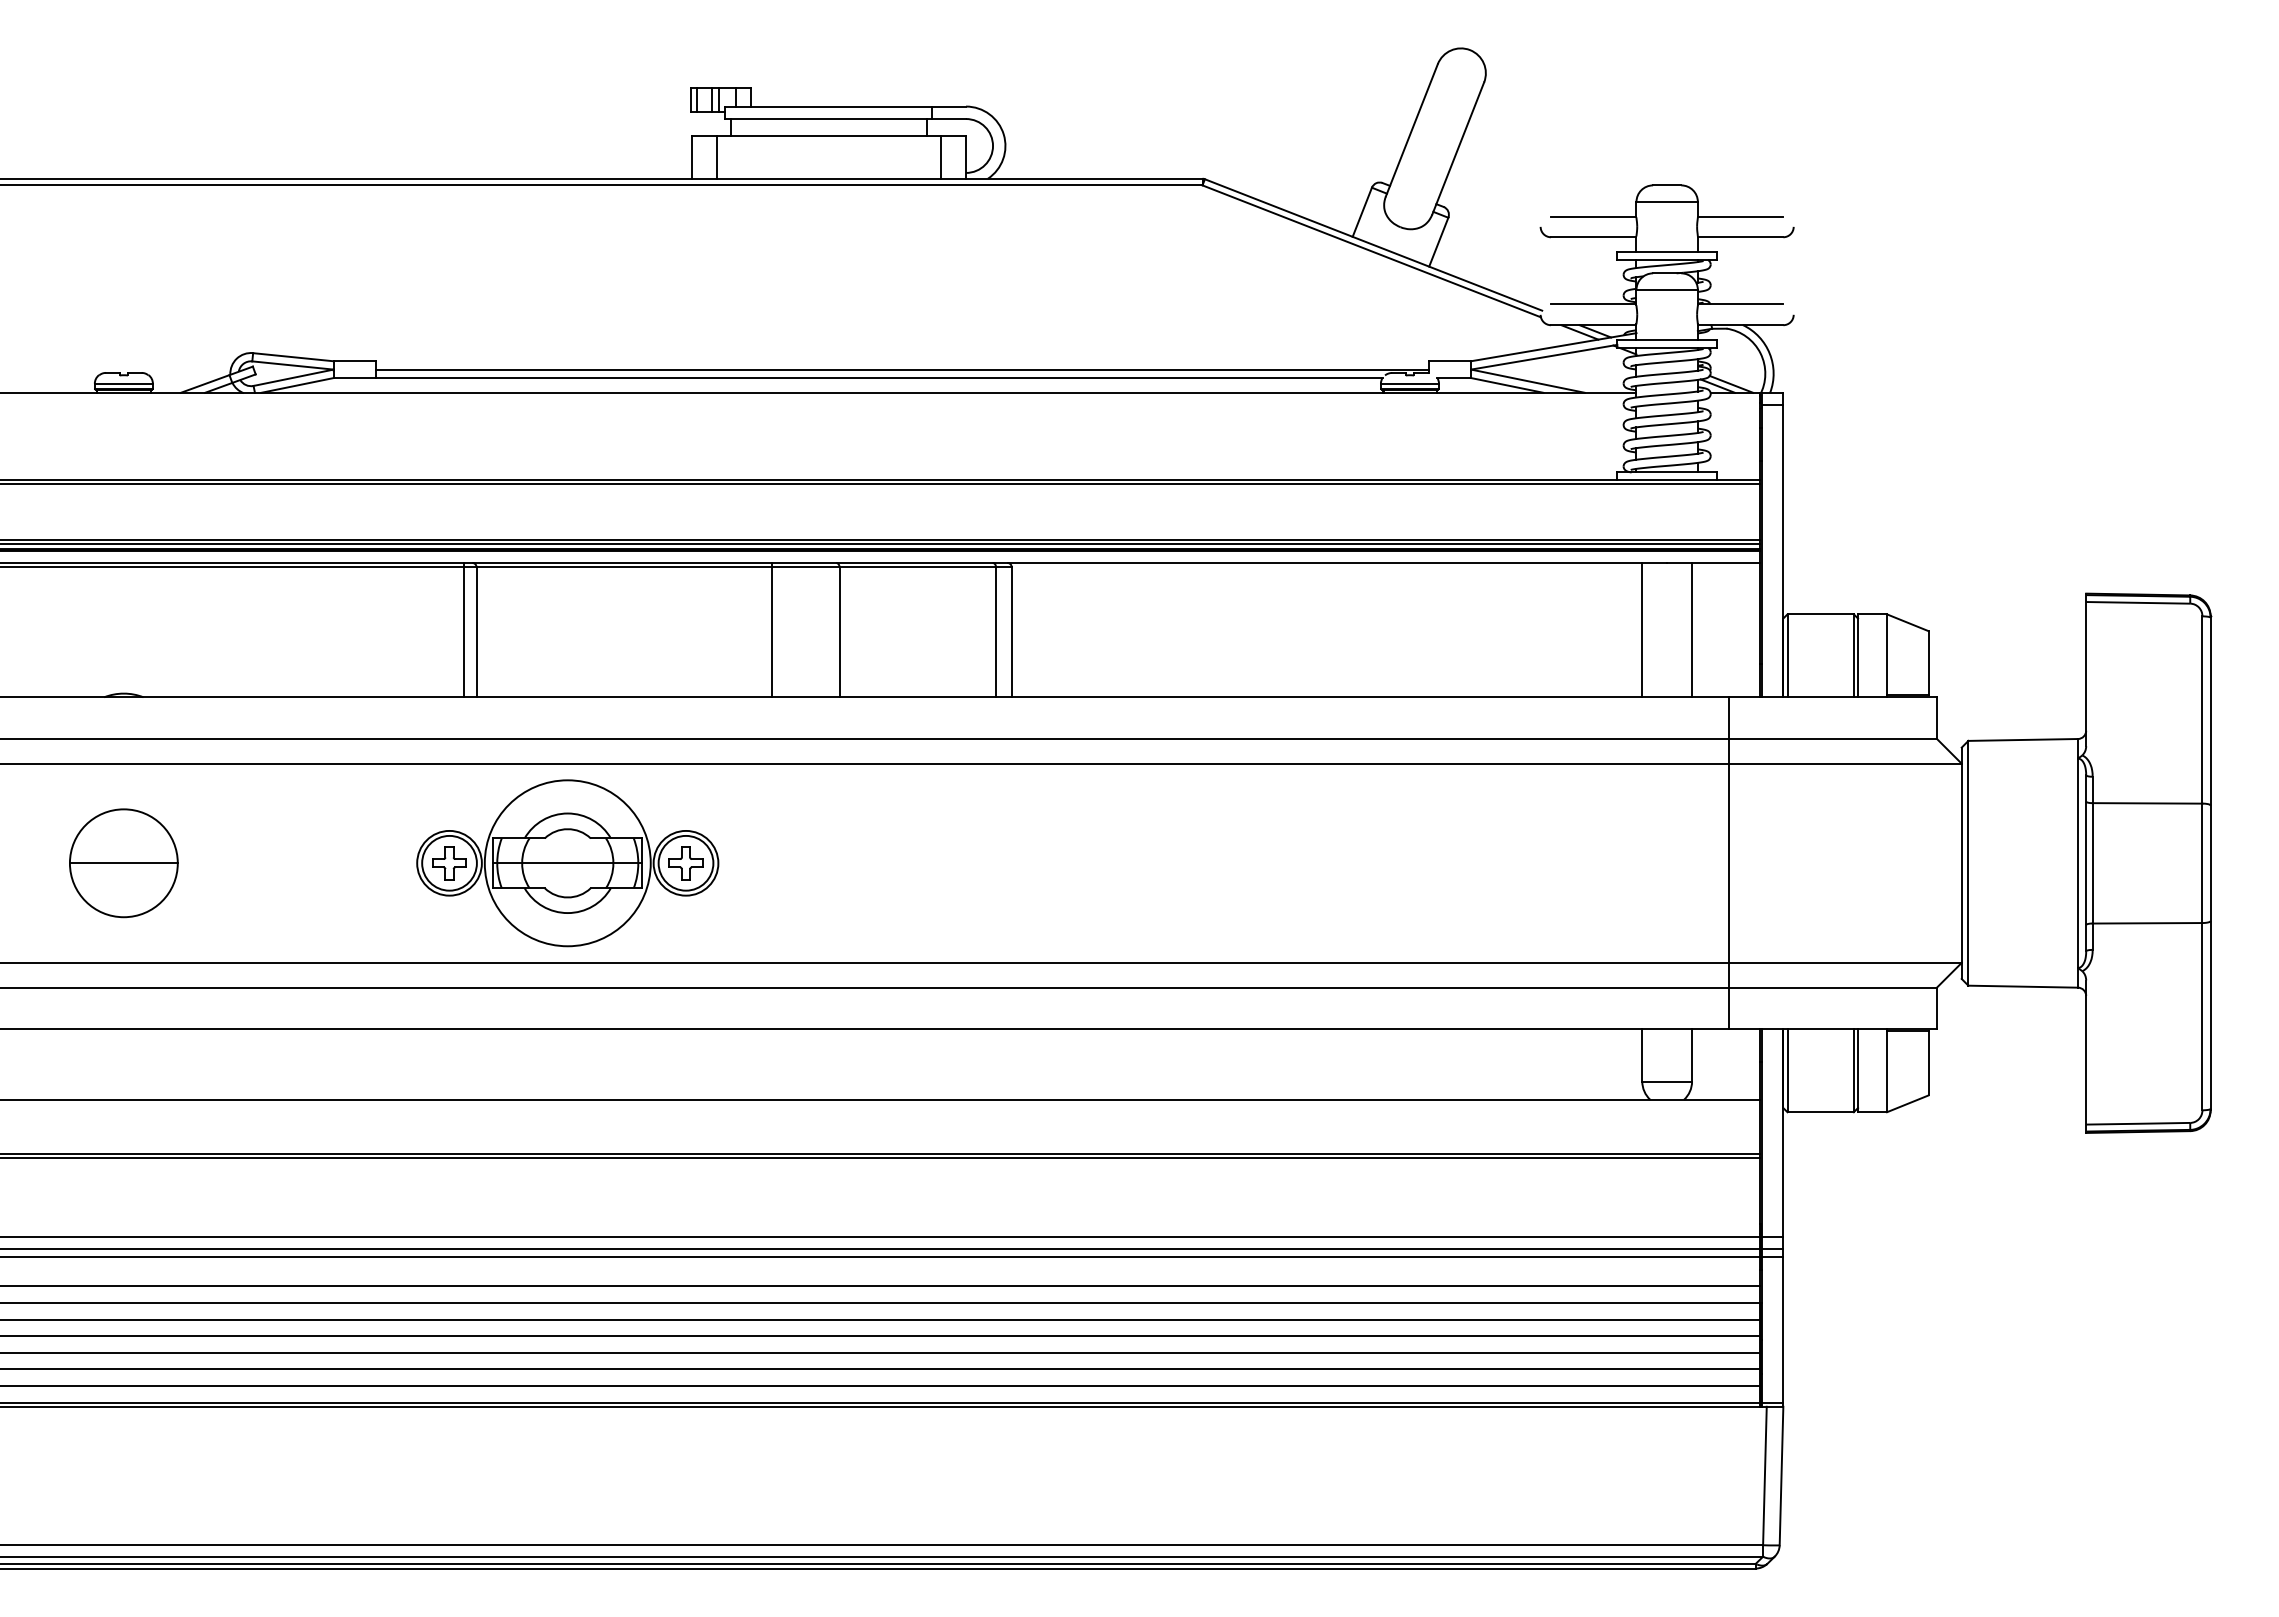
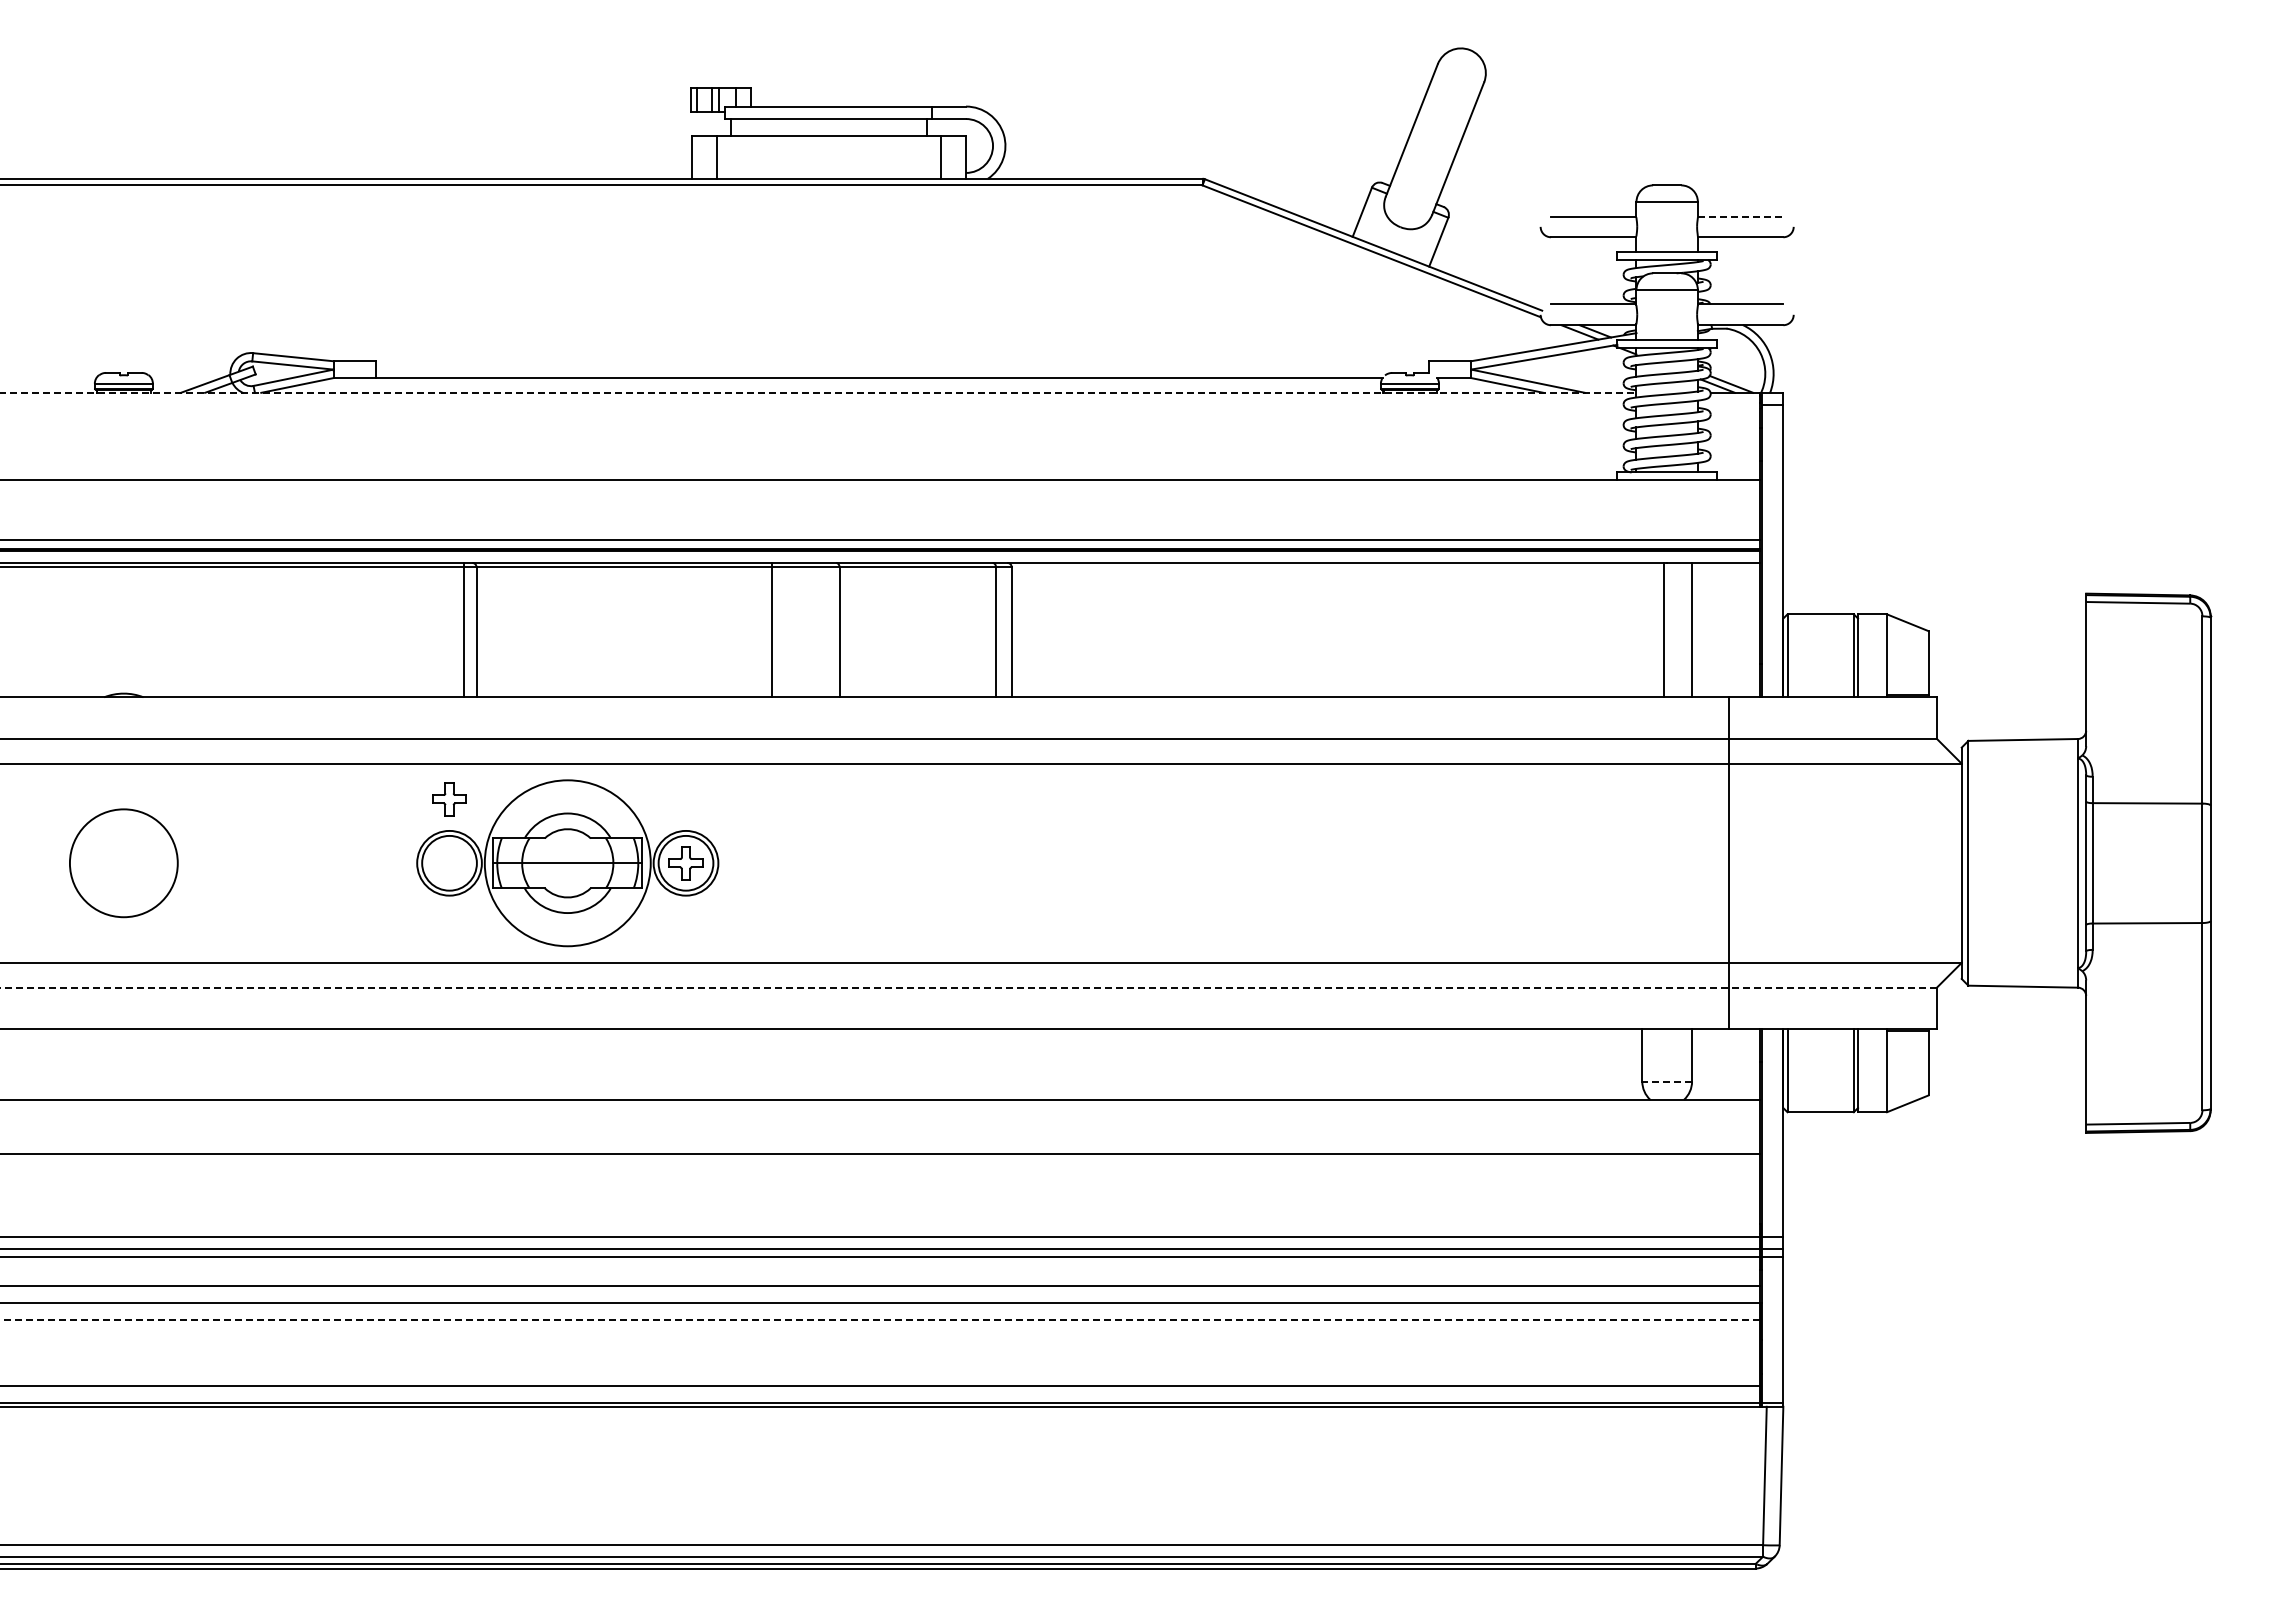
line at (1740, 216): solid -> dashed
line at (902, 369): present -> none
line at (818, 392): solid -> dashed
line at (880, 484): present -> none
line at (880, 543): present -> none
line at (1642, 629) position: (1642, 629) -> (1664, 629)
line at (123, 863): present -> none
part at (449, 863) position: (449, 863) -> (449, 799)
line at (968, 987): solid -> dashed
line at (1667, 1081): solid -> dashed
line at (880, 1157): present -> none
line at (879, 1319): solid -> dashed
line at (880, 1336): present -> none
line at (880, 1352): present -> none
line at (880, 1369): present -> none
